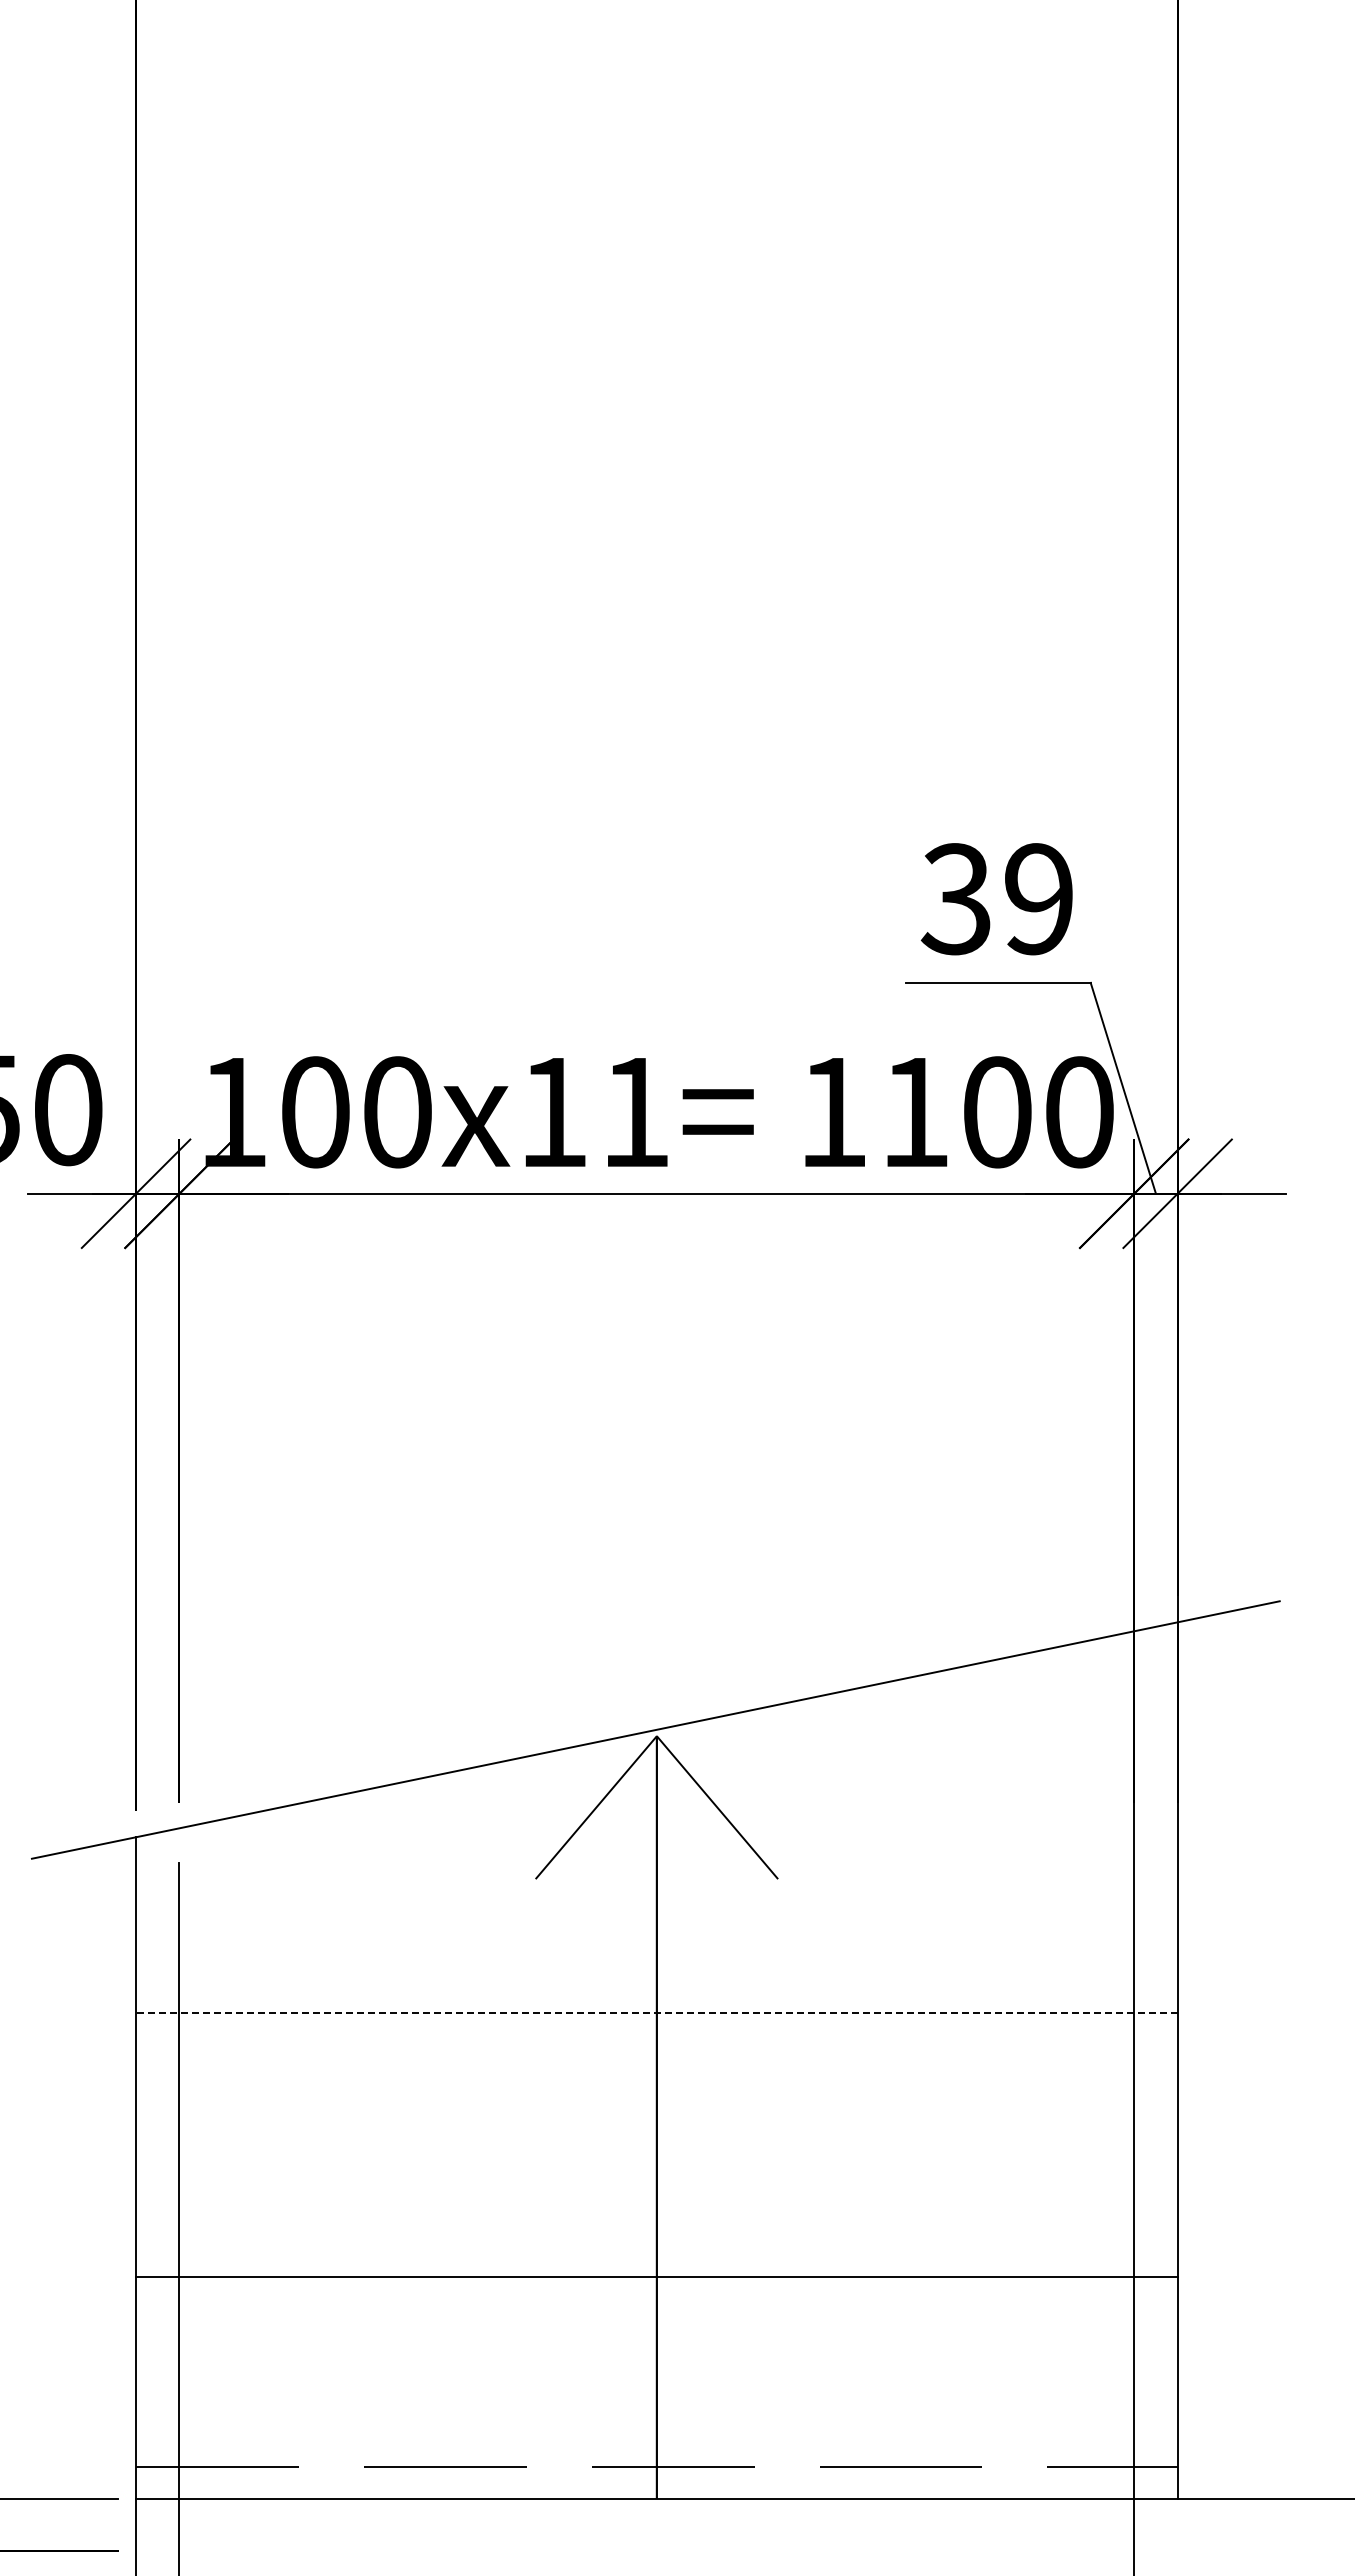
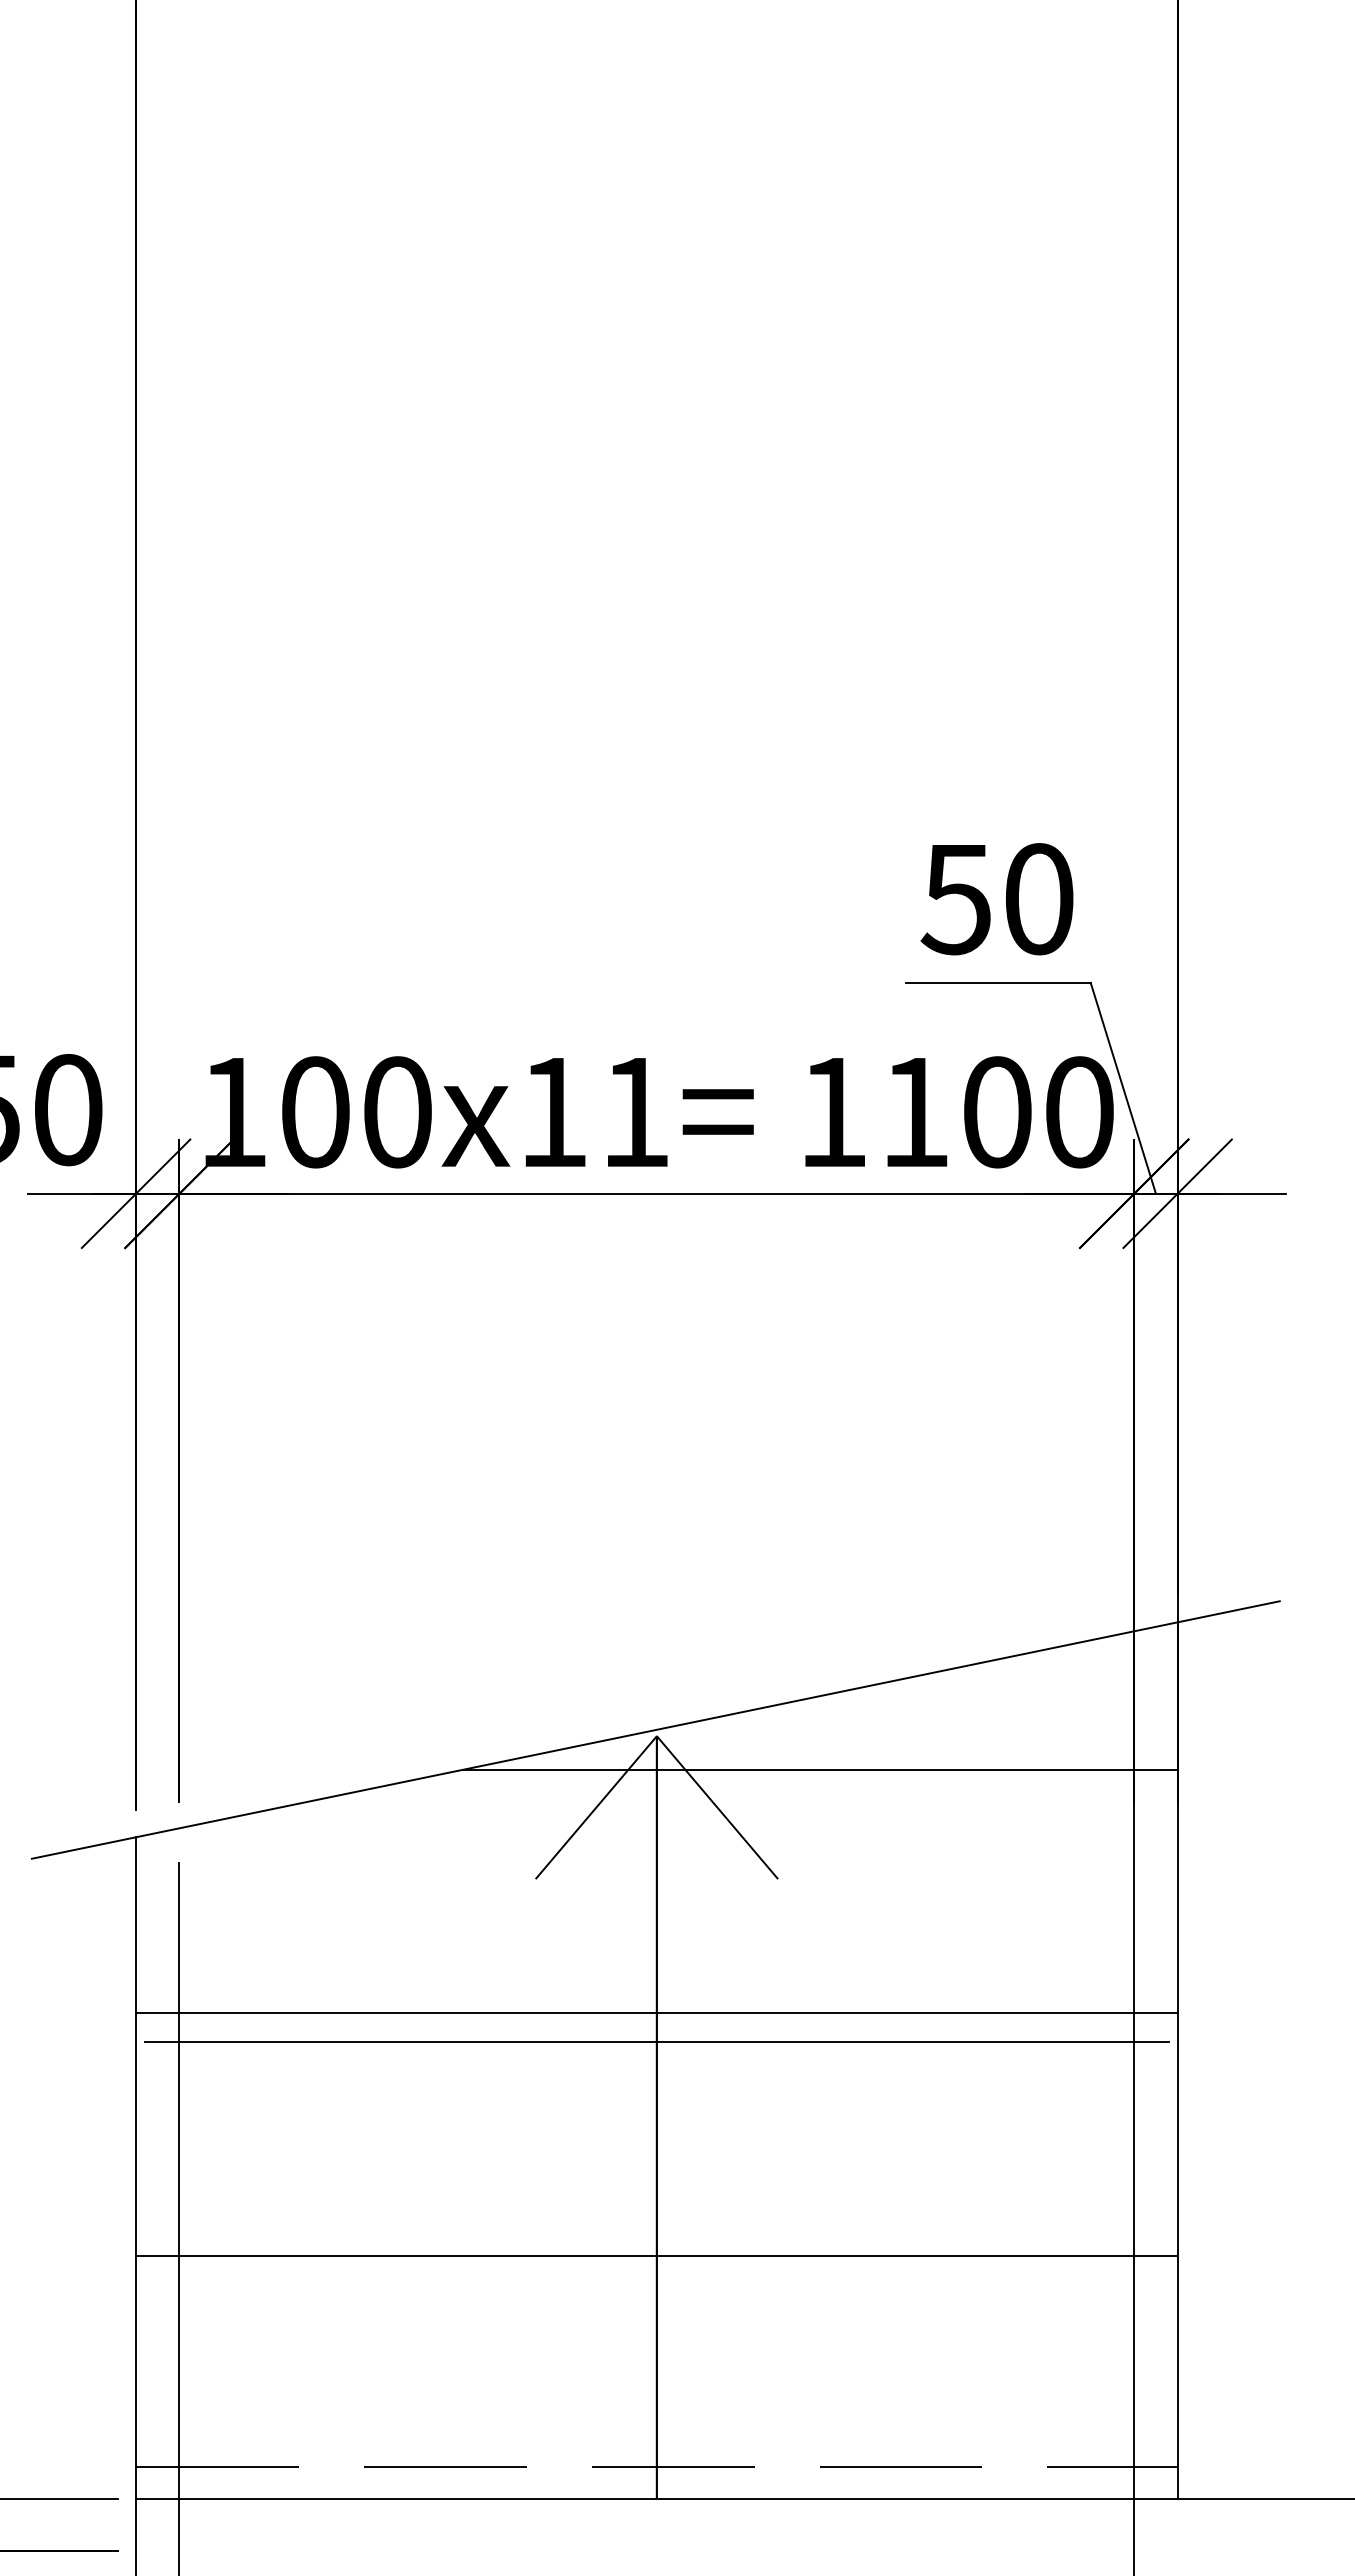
text at (996, 899): 39 -> 50
line at (820, 1769): none -> present
line at (656, 2012): dashed -> solid
line at (656, 2041): none -> present
line at (656, 2276) position: (656, 2276) -> (656, 2255)
